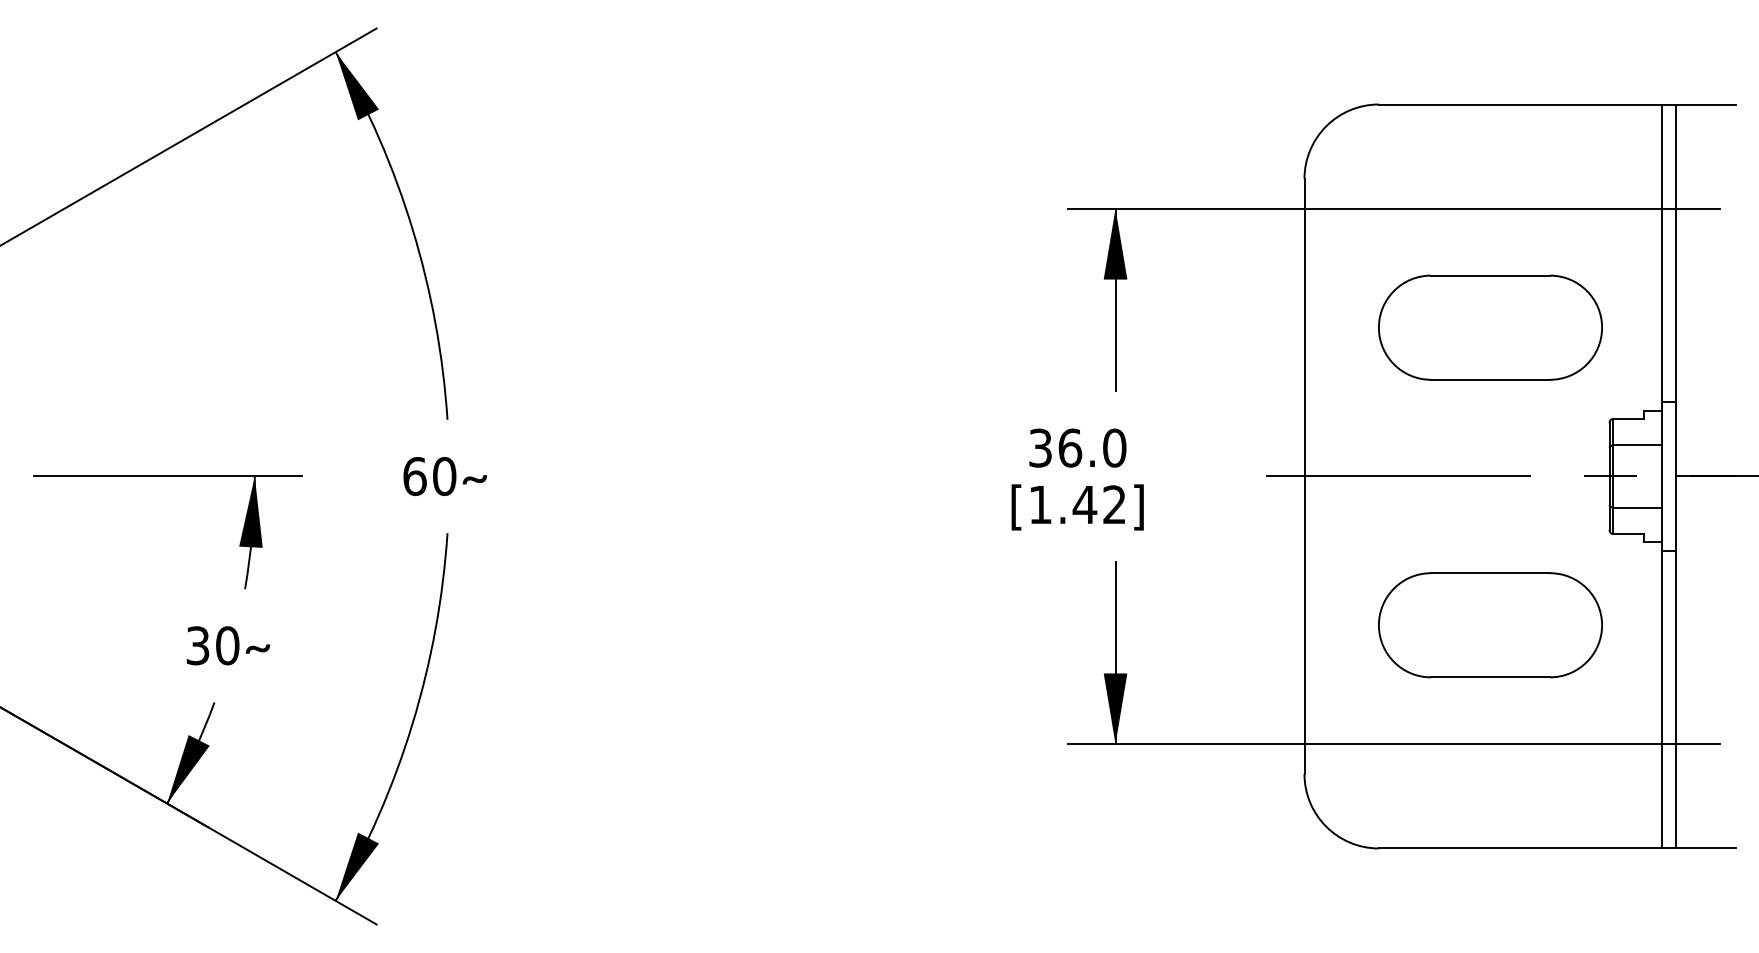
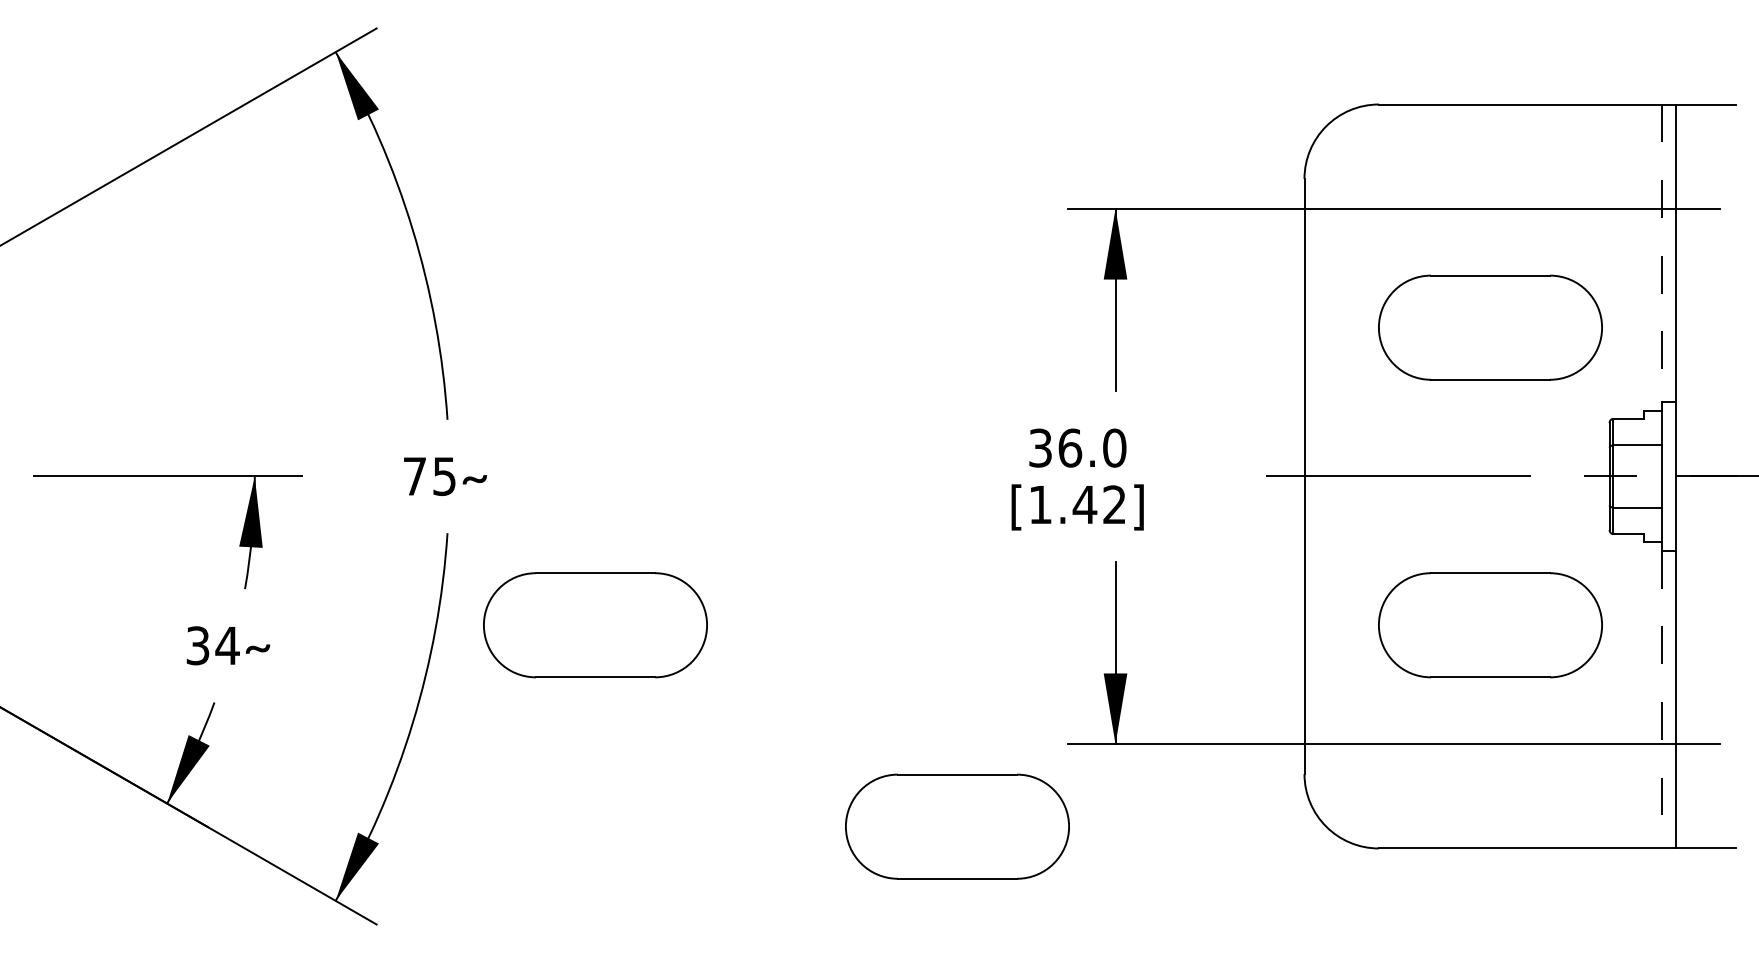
line at (1661, 253): solid -> dashed
text at (429, 476): 60 -> 75
part at (595, 625): none -> present
text at (227, 645): 30 -> 34
line at (1661, 699): solid -> dashed
part at (957, 826): none -> present
